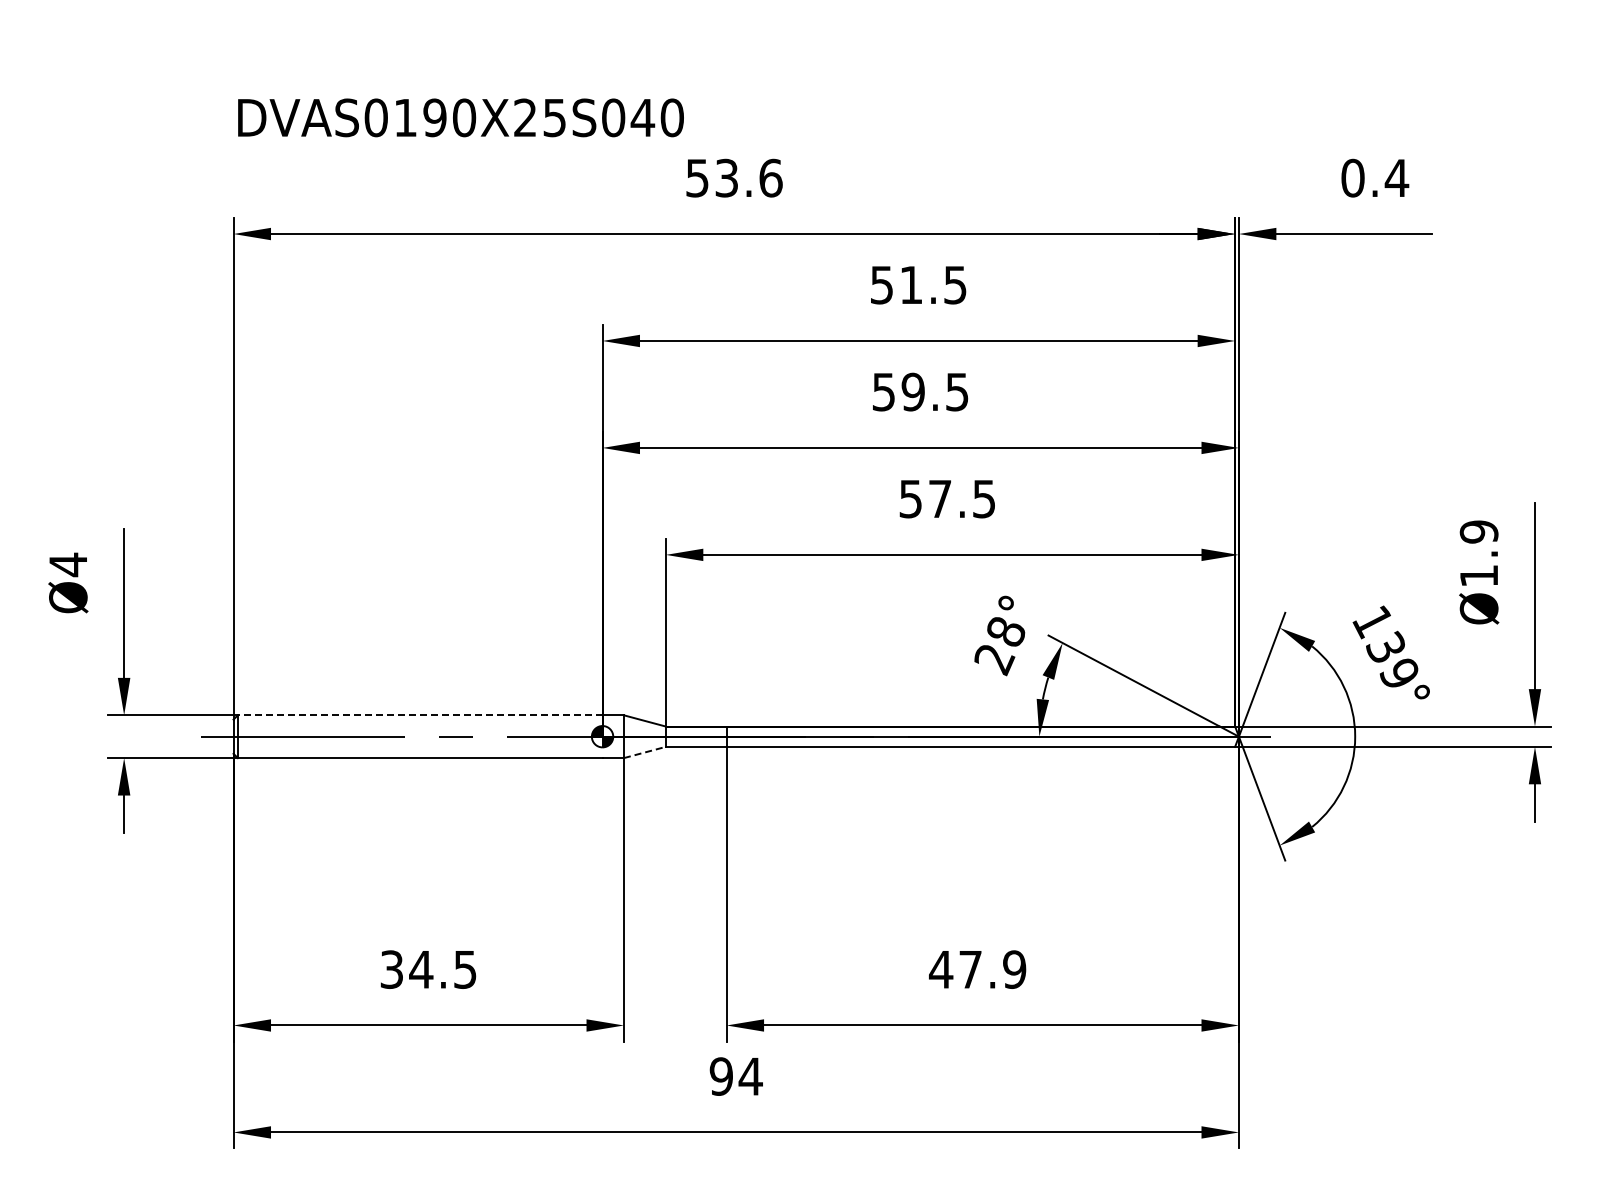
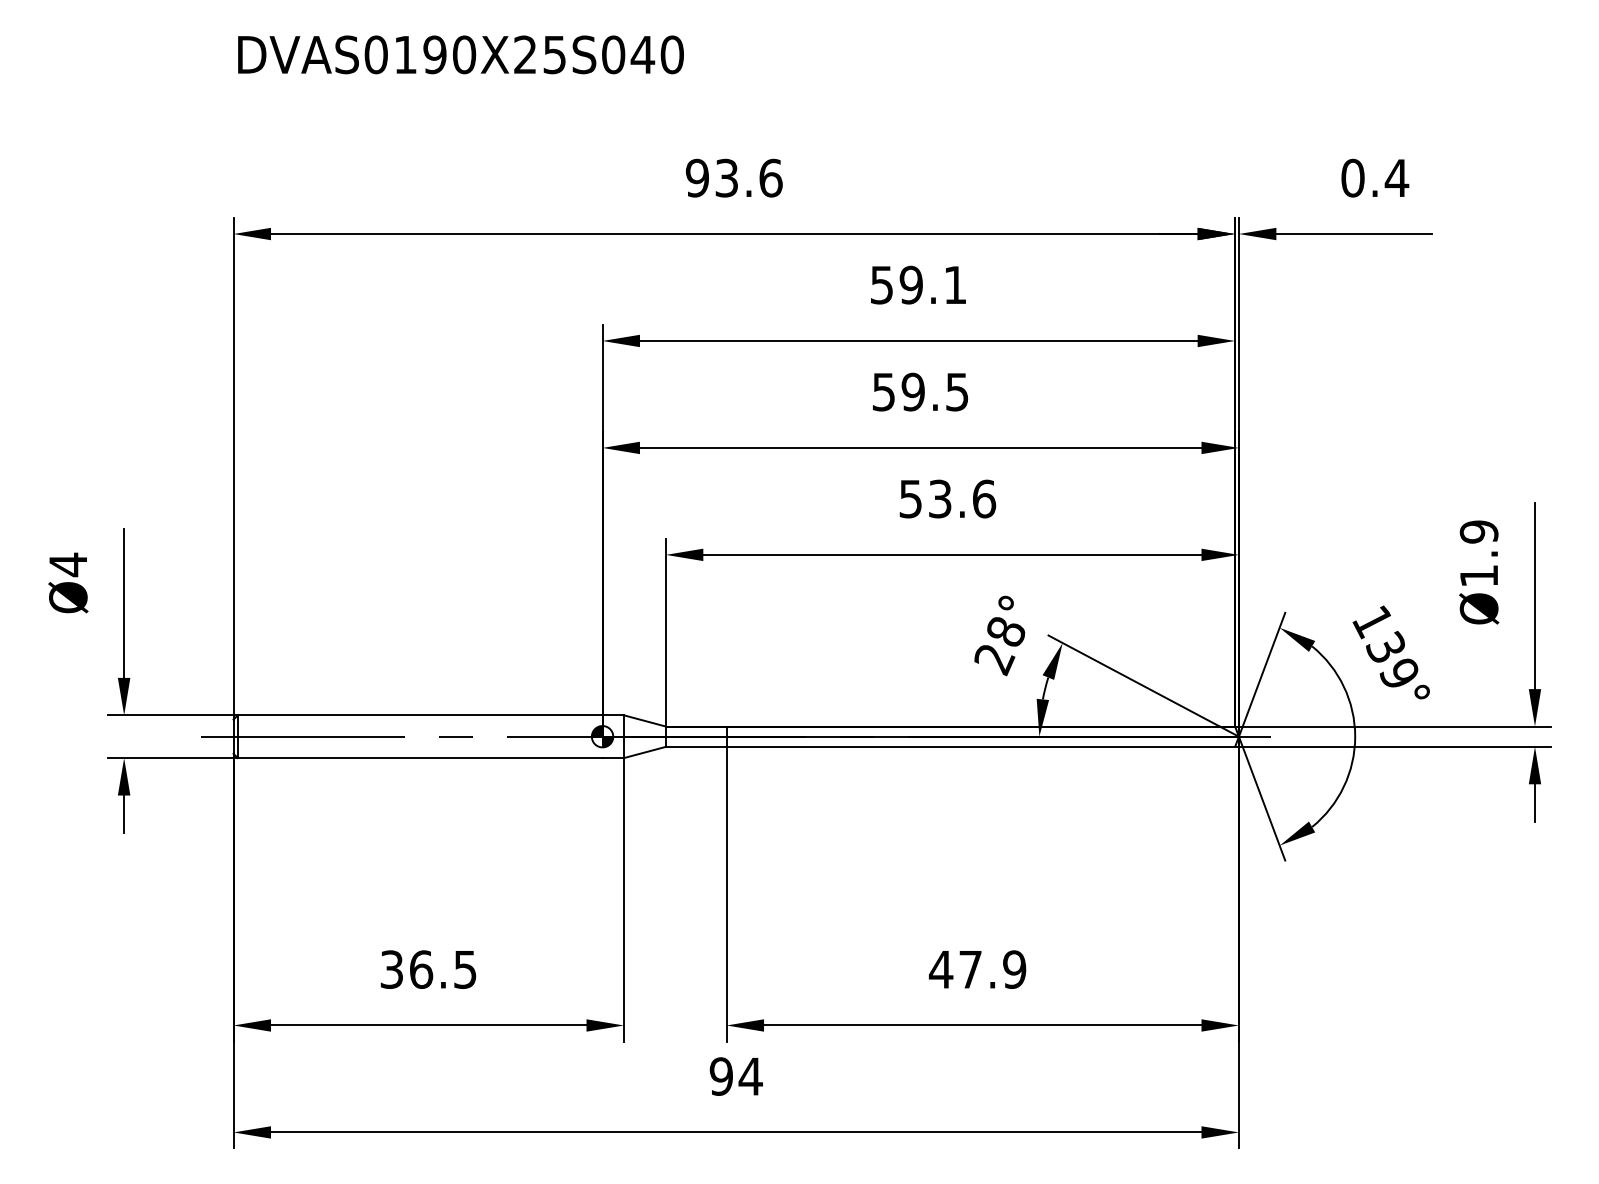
text at (460, 117) position: (460, 117) -> (460, 54)
text at (696, 177): 53.6 -> 93.6
text at (932, 284): 51.5 -> 59.1
text at (962, 498): 57.5 -> 53.6
line at (419, 715): dashed -> solid
line at (644, 752): dashed -> solid
text at (421, 969): 34.5 -> 36.5
